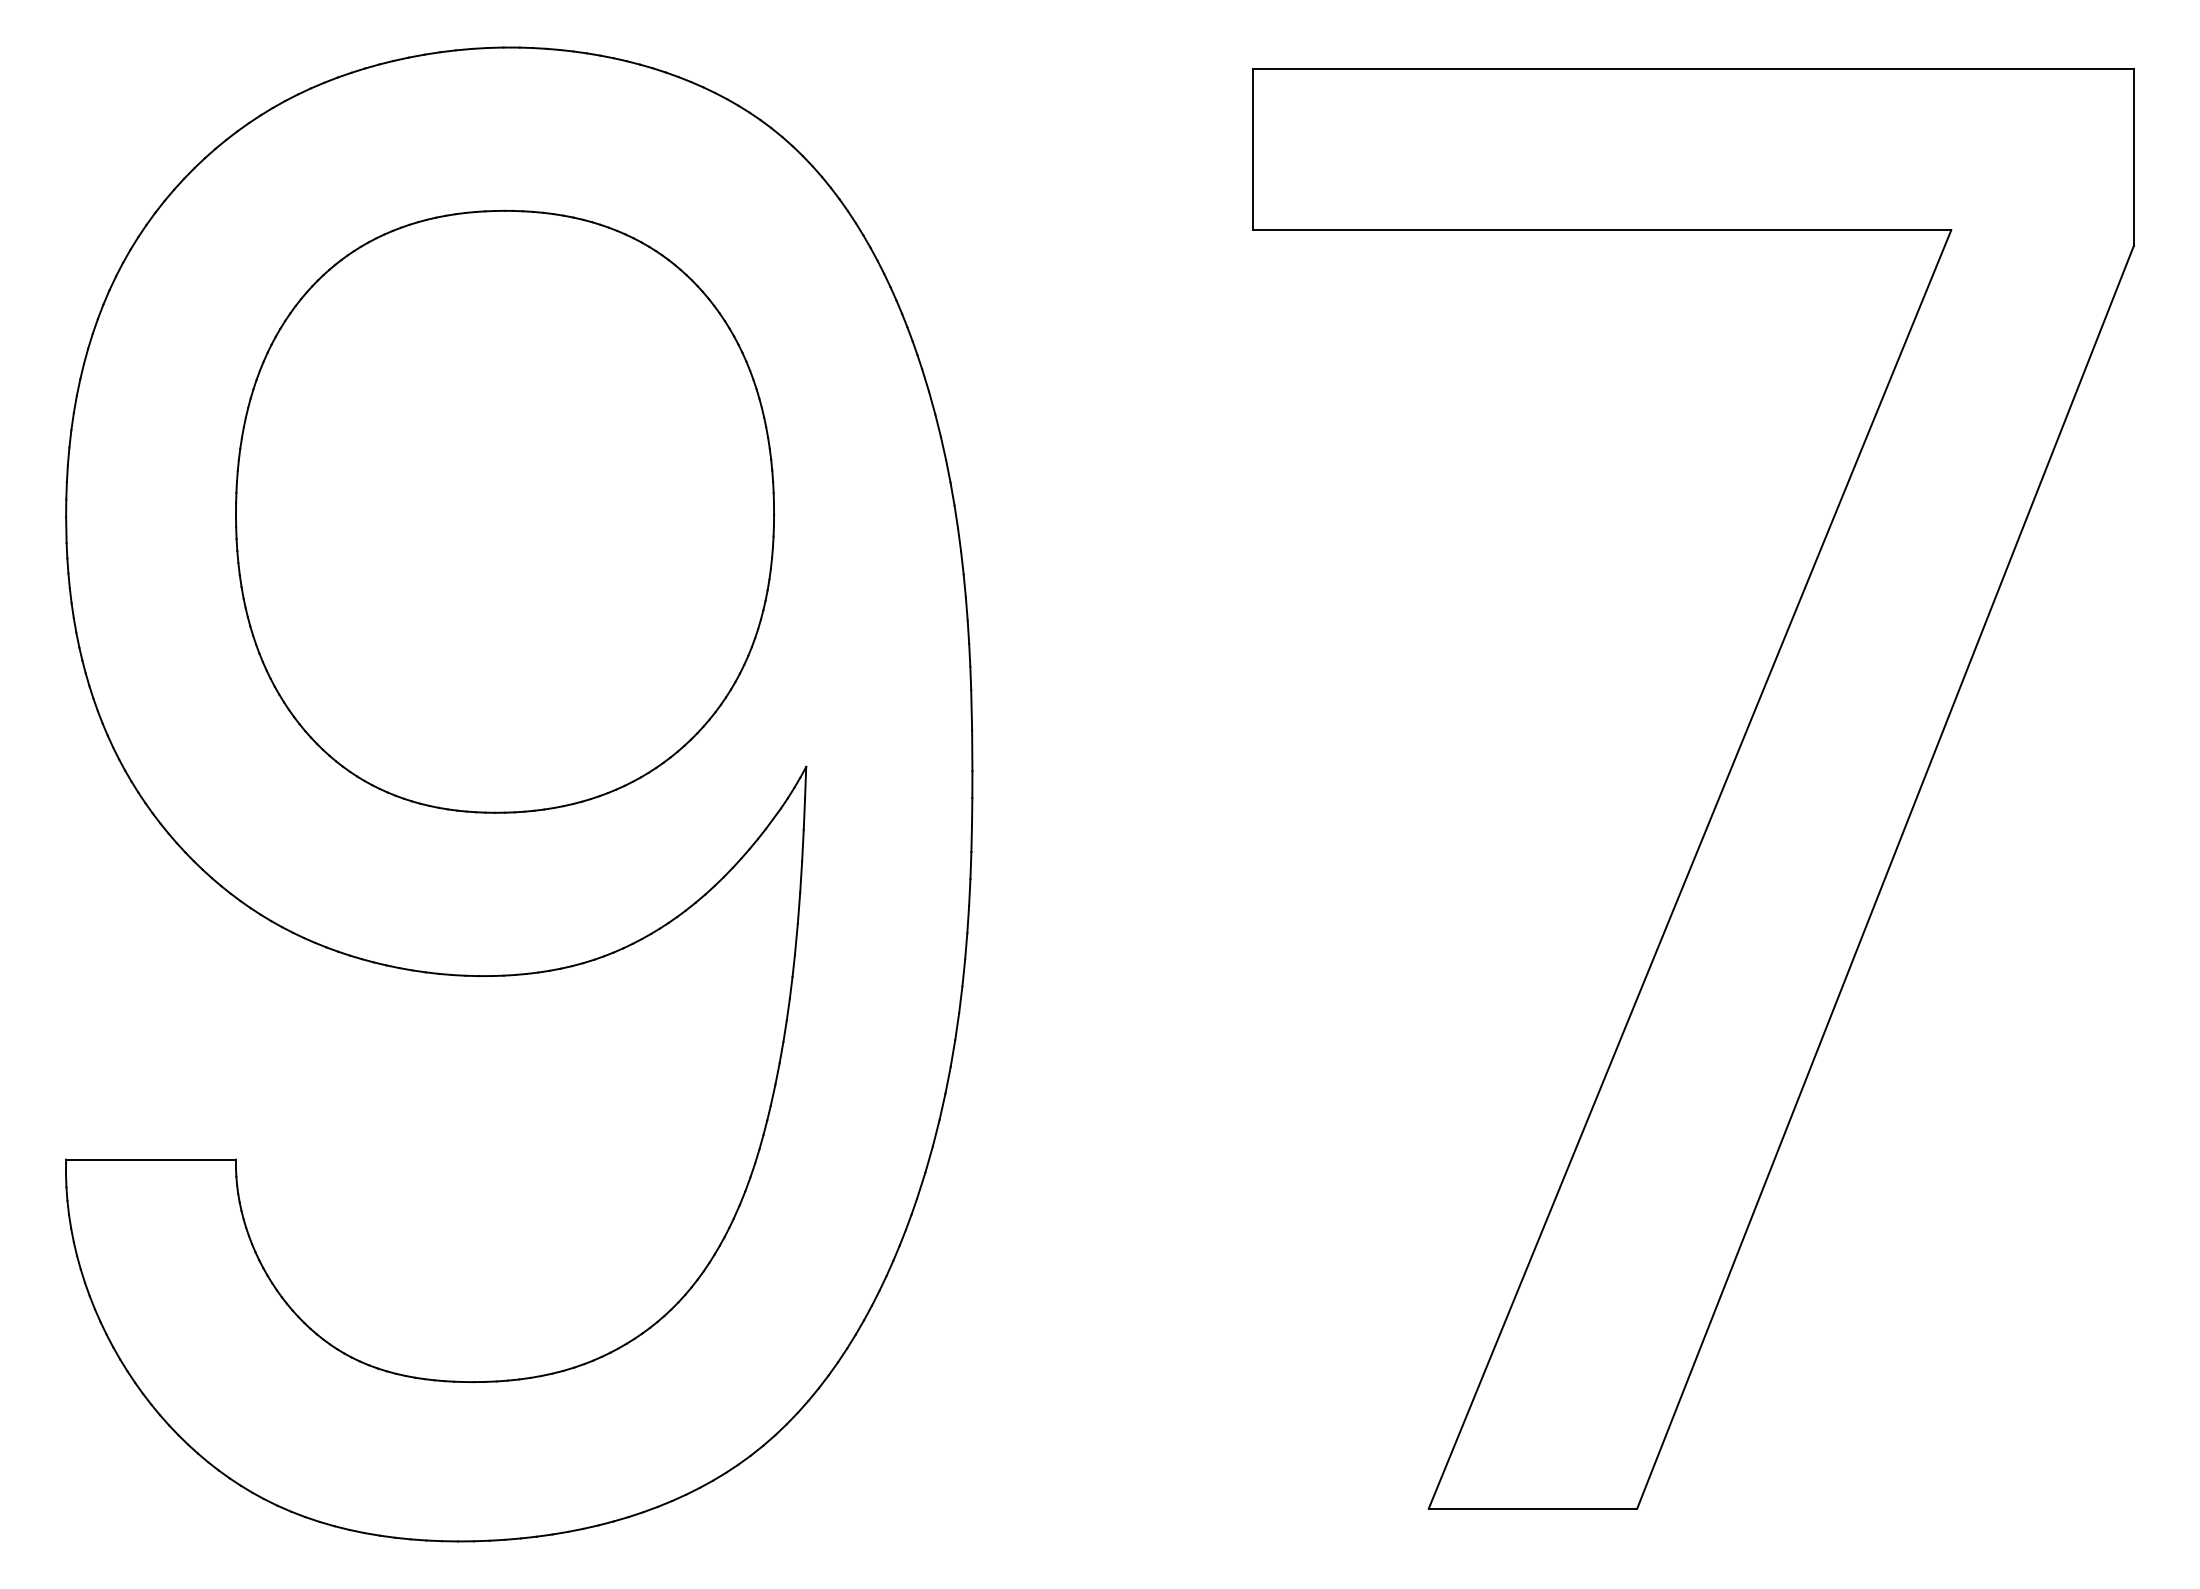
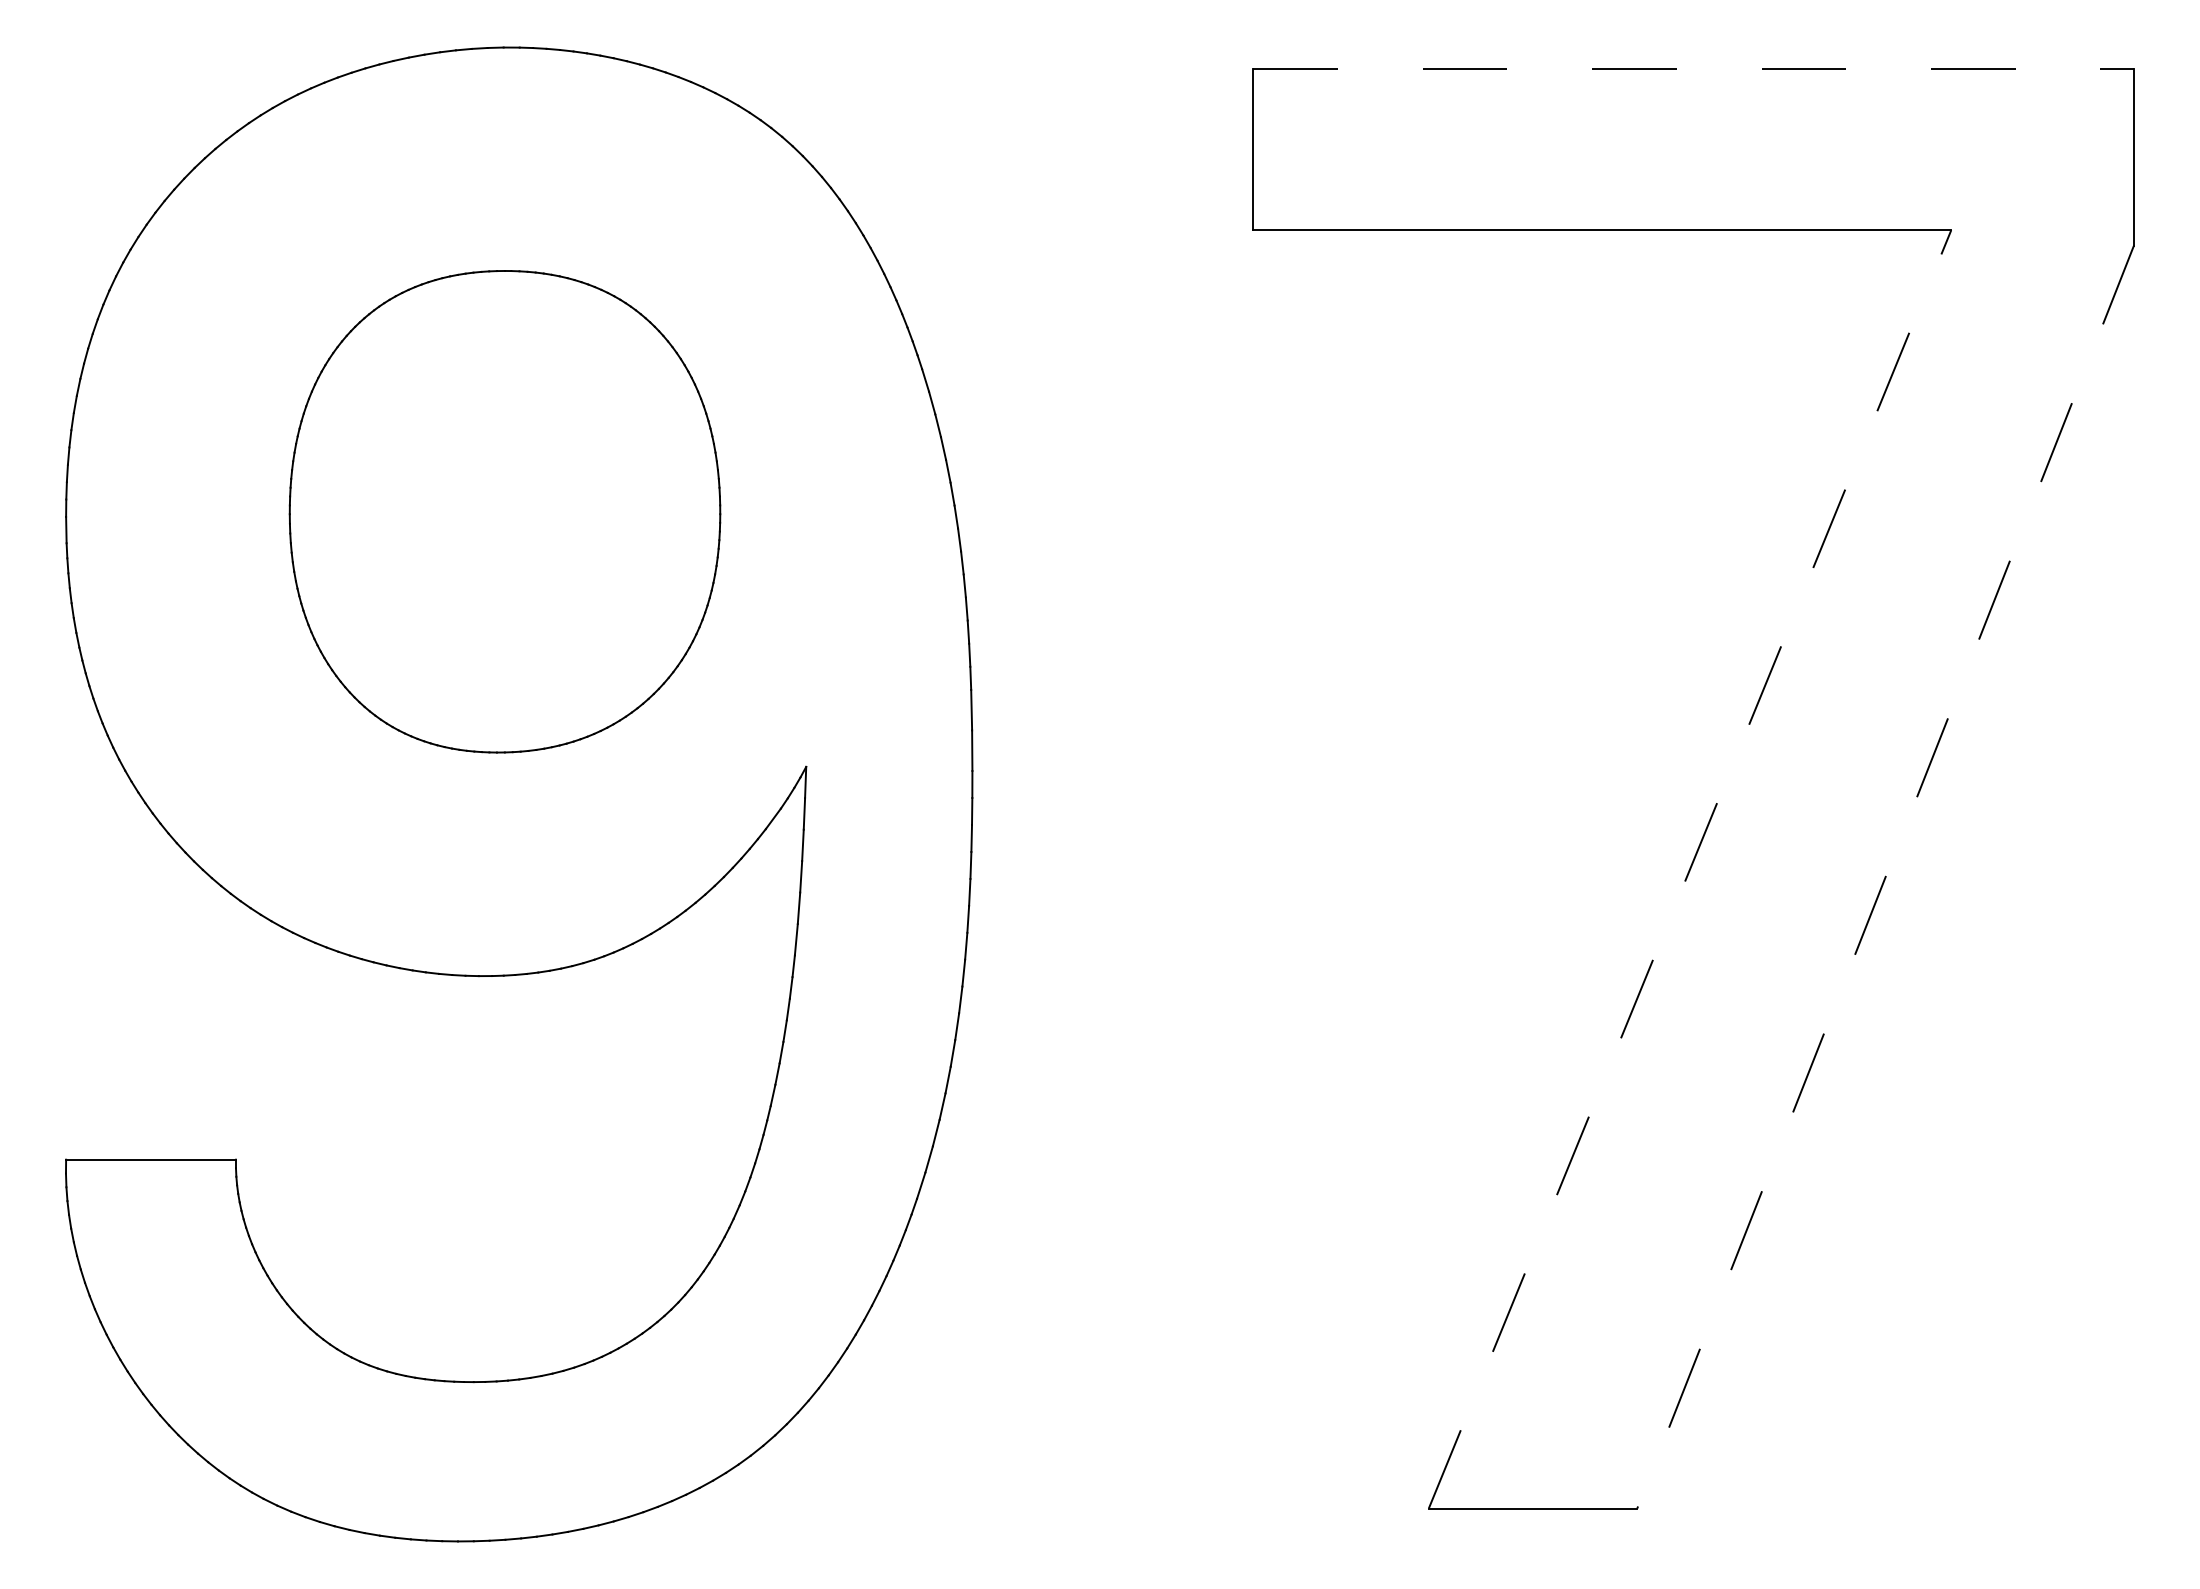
line at (1694, 69): solid -> dashed
part at (504, 511) size: 540x605 px -> 434x484 px
line at (1690, 869): solid -> dashed
line at (1885, 877): solid -> dashed
